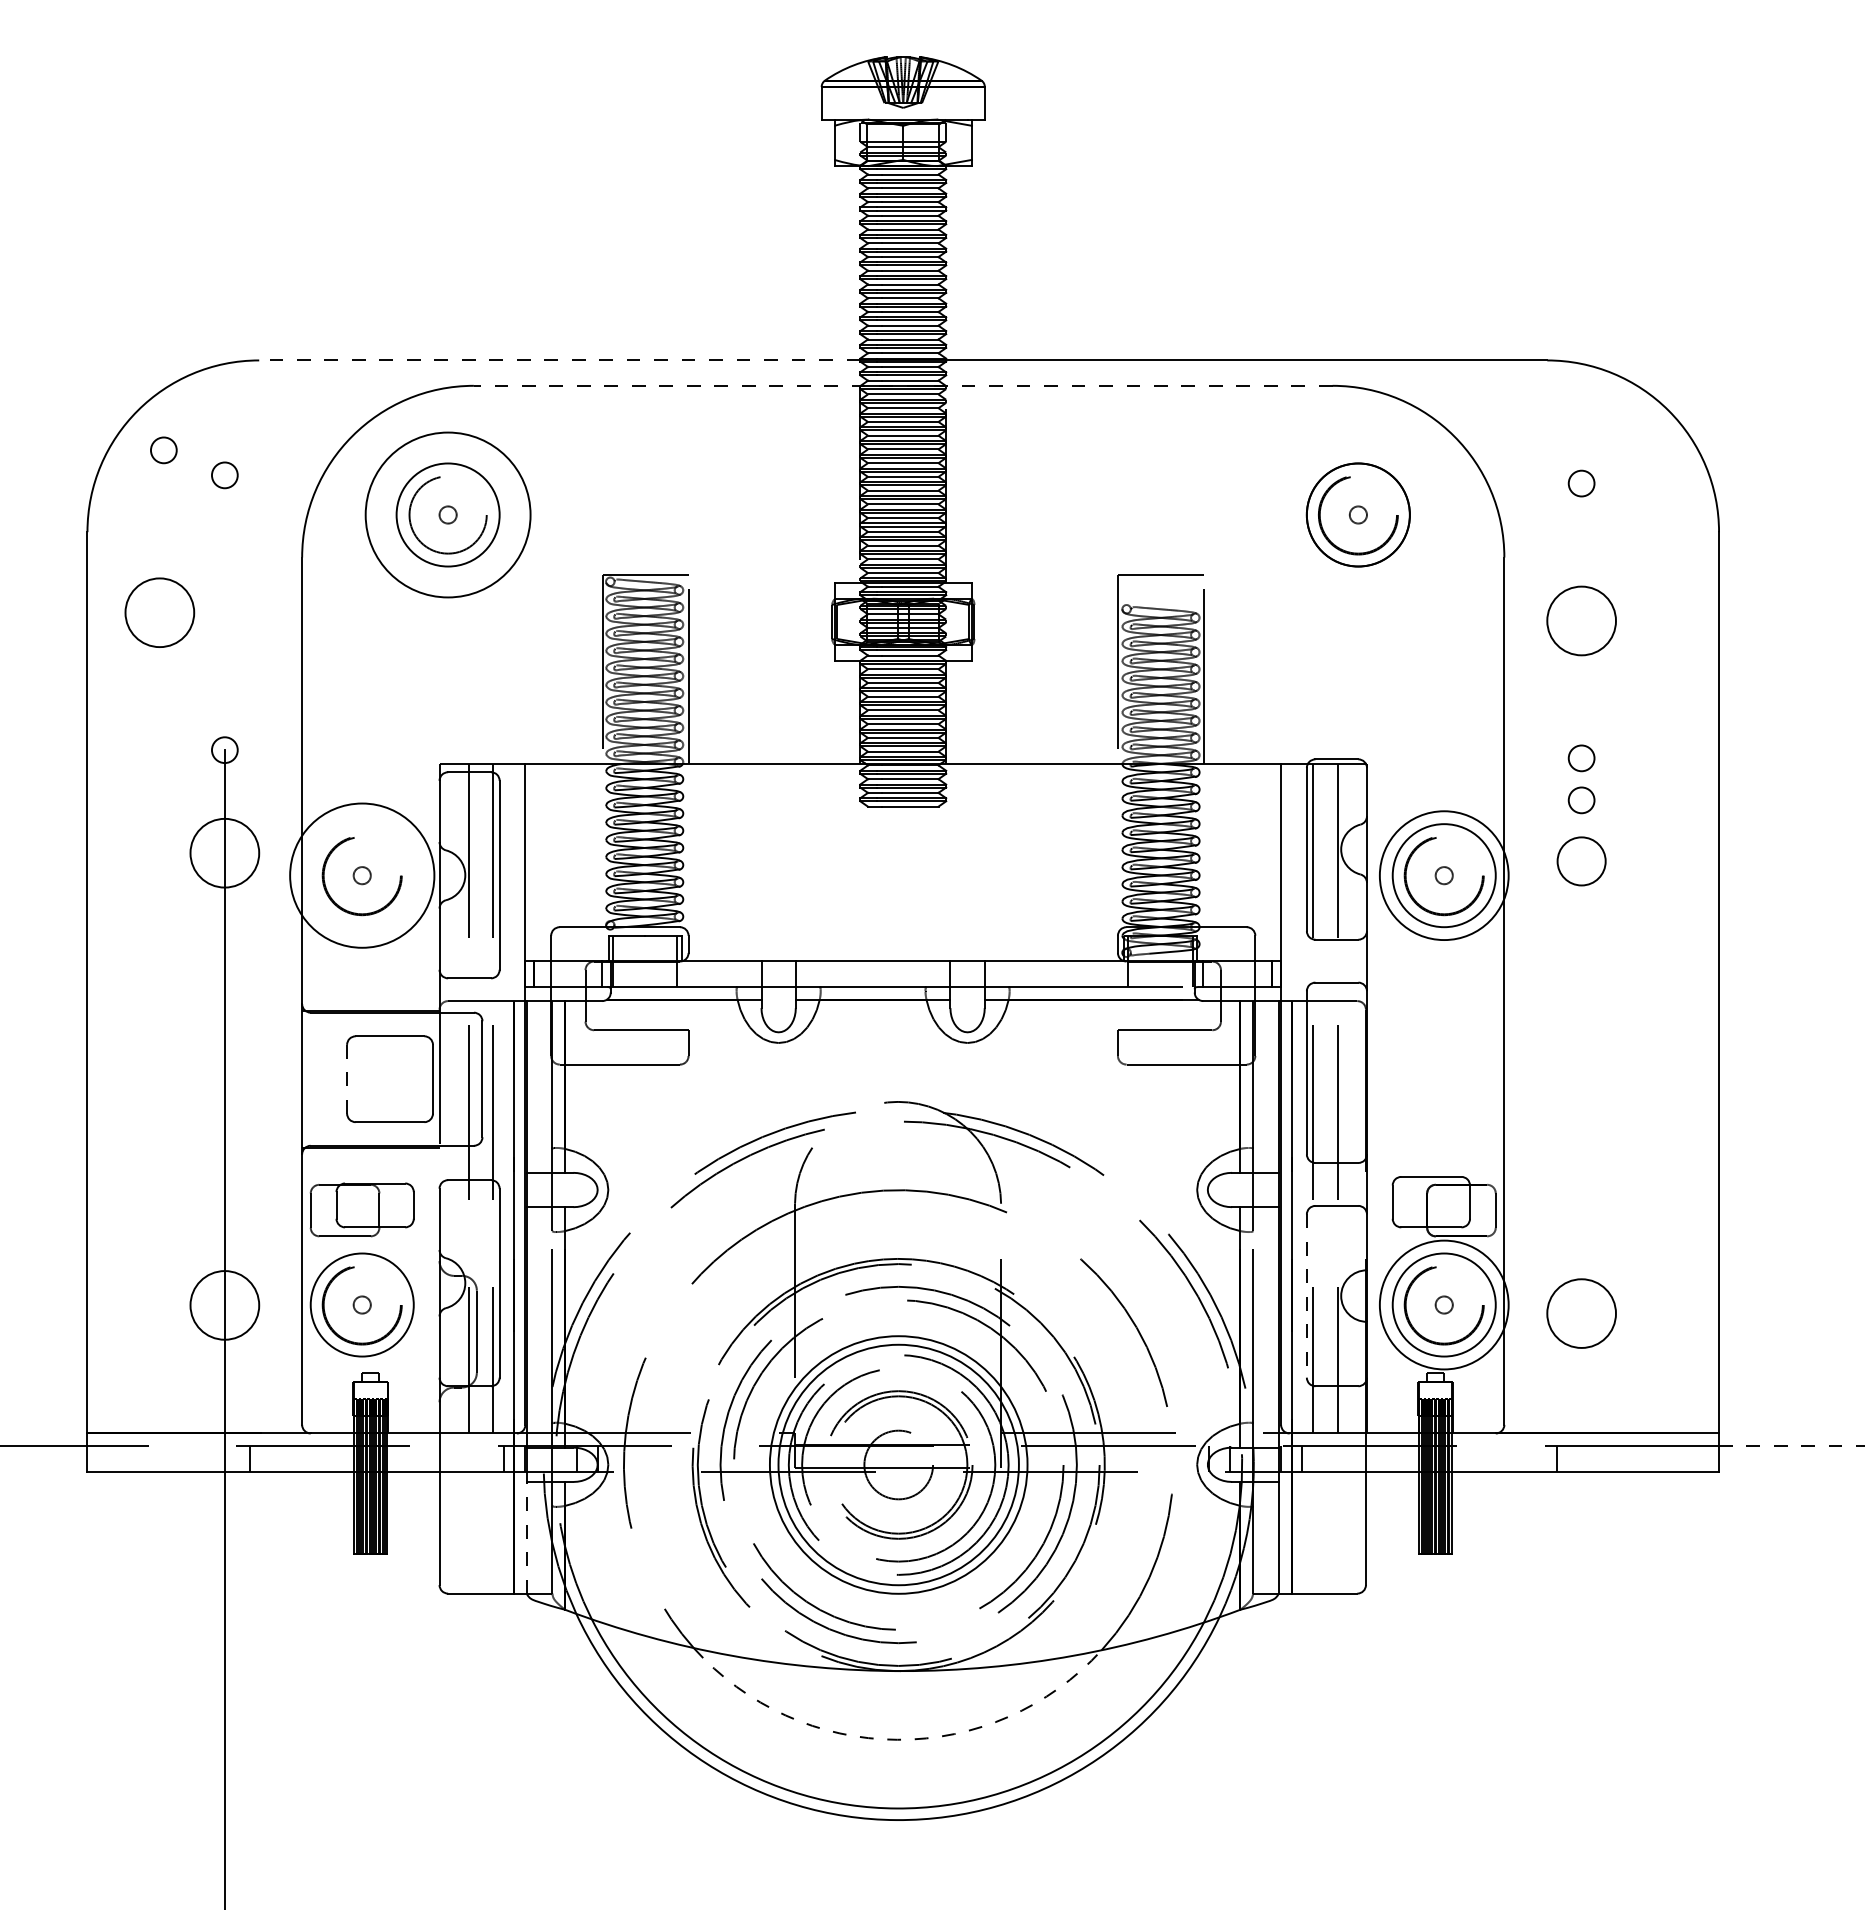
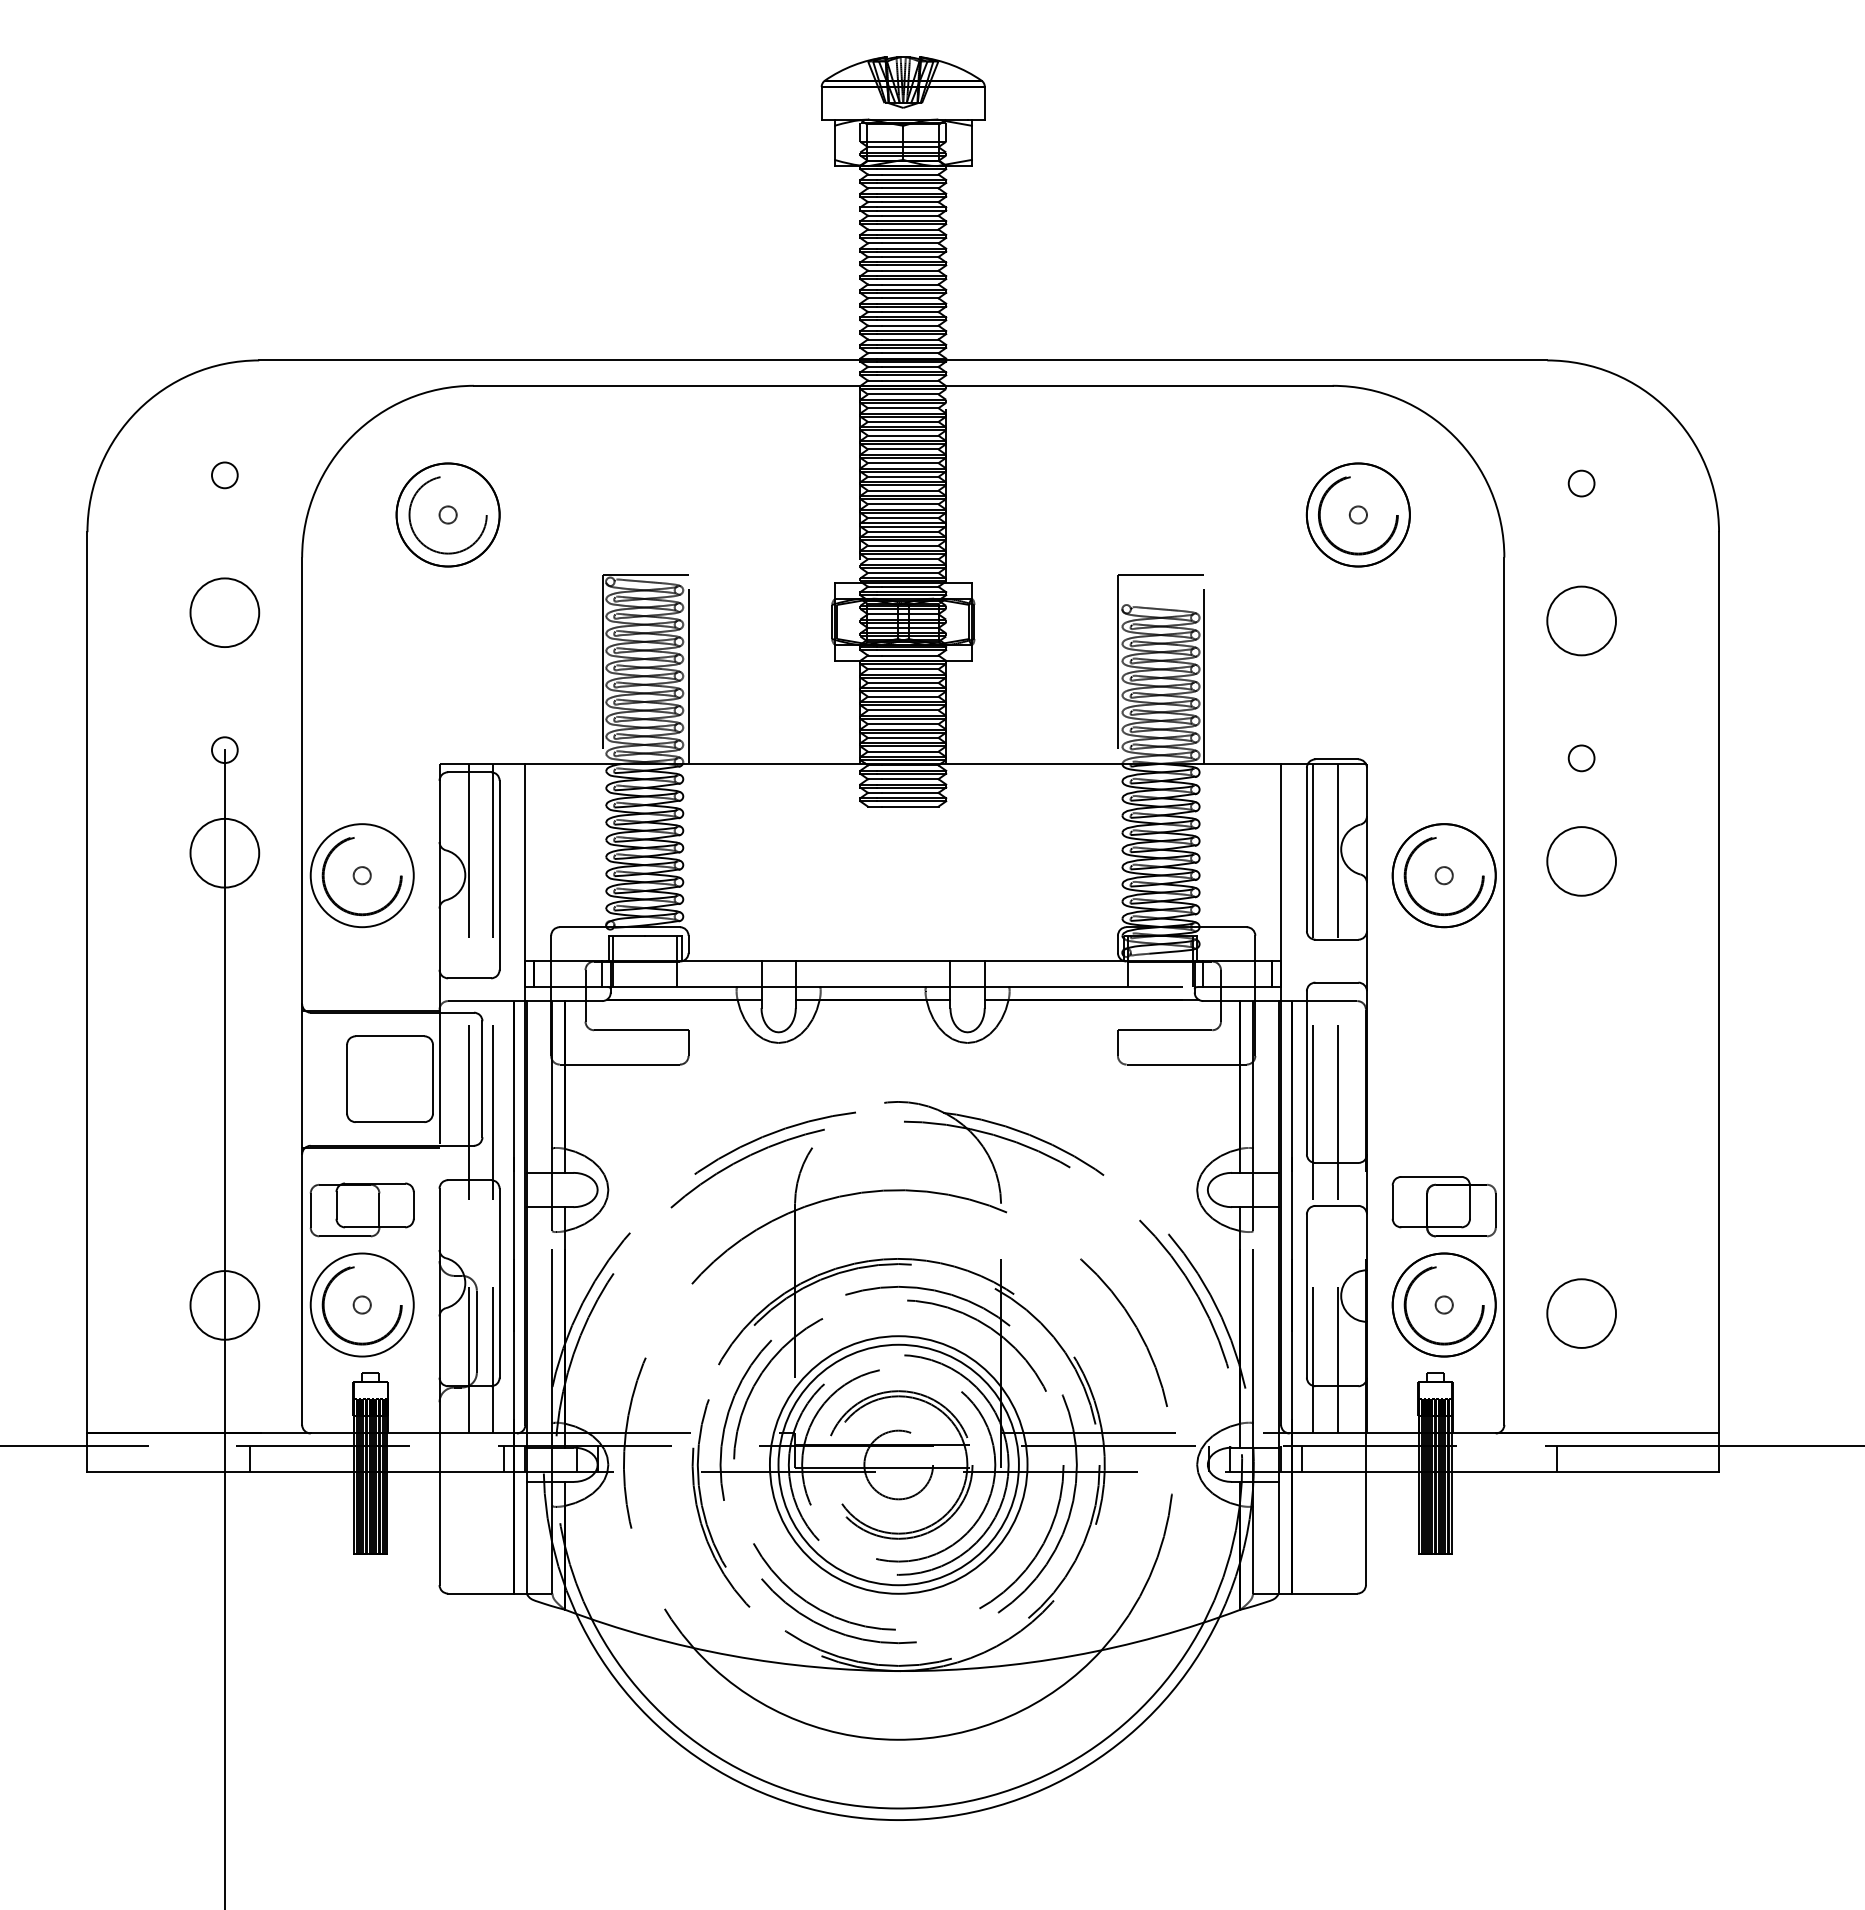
line at (559, 360): dashed -> solid
line at (902, 385): dashed -> solid
circle at (163, 450): present -> none
circle at (447, 514) diameter: 165 px -> 103 px
circle at (159, 612) position: (159, 612) -> (224, 612)
circle at (1581, 800): present -> none
circle at (1581, 861) diameter: 48 px -> 69 px
circle at (362, 875) diameter: 144 px -> 103 px
circle at (1443, 875) diameter: 129 px -> 103 px
line at (347, 1079): dashed -> solid
line at (1306, 1296): dashed -> solid
circle at (1443, 1304) diameter: 129 px -> 103 px
line at (1791, 1446): dashed -> solid
line at (526, 1537): dashed -> solid
arc at (897, 1739): dashed -> solid
